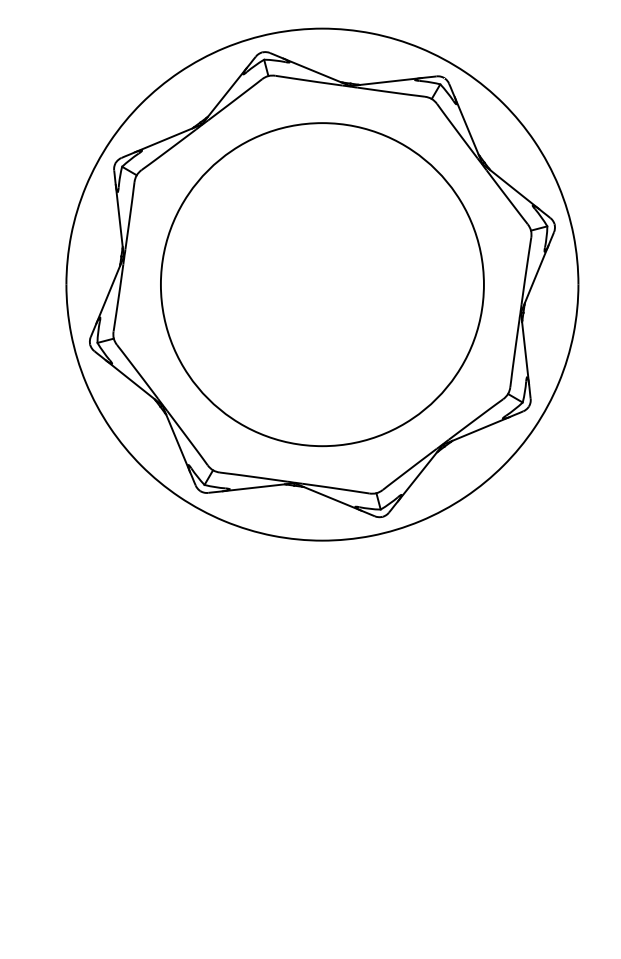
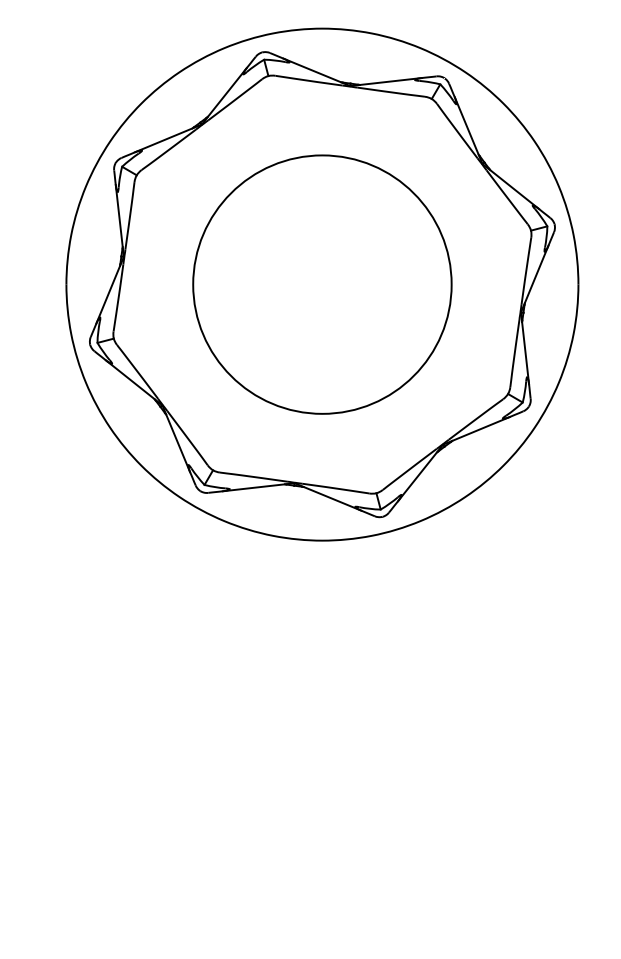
circle at (321, 284) diameter: 323 px -> 258 px
